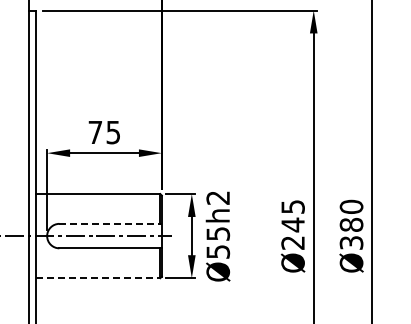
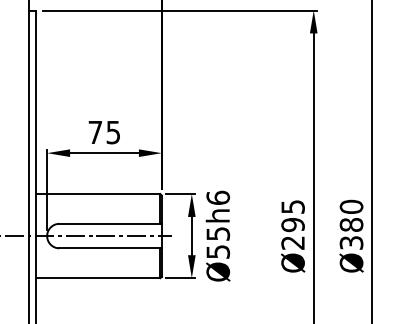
text at (218, 197): Ø55h2 -> Ø55h6
line at (111, 223): dashed -> solid
text at (292, 224): Ø245 -> Ø295
line at (98, 278): dashed -> solid
